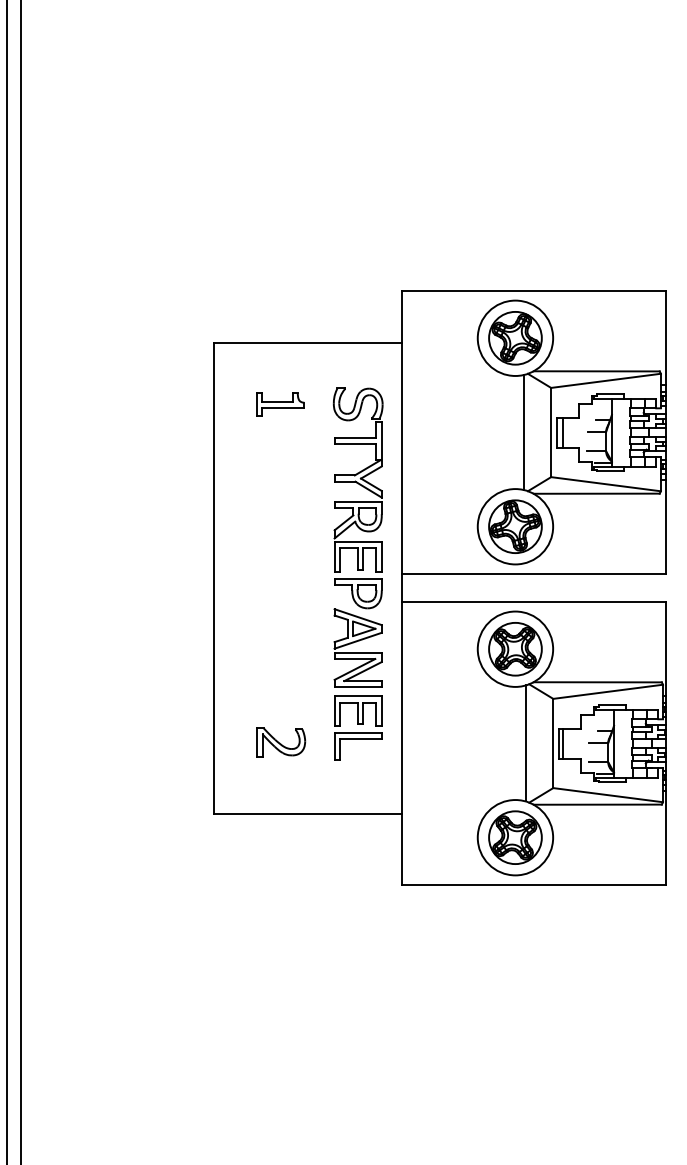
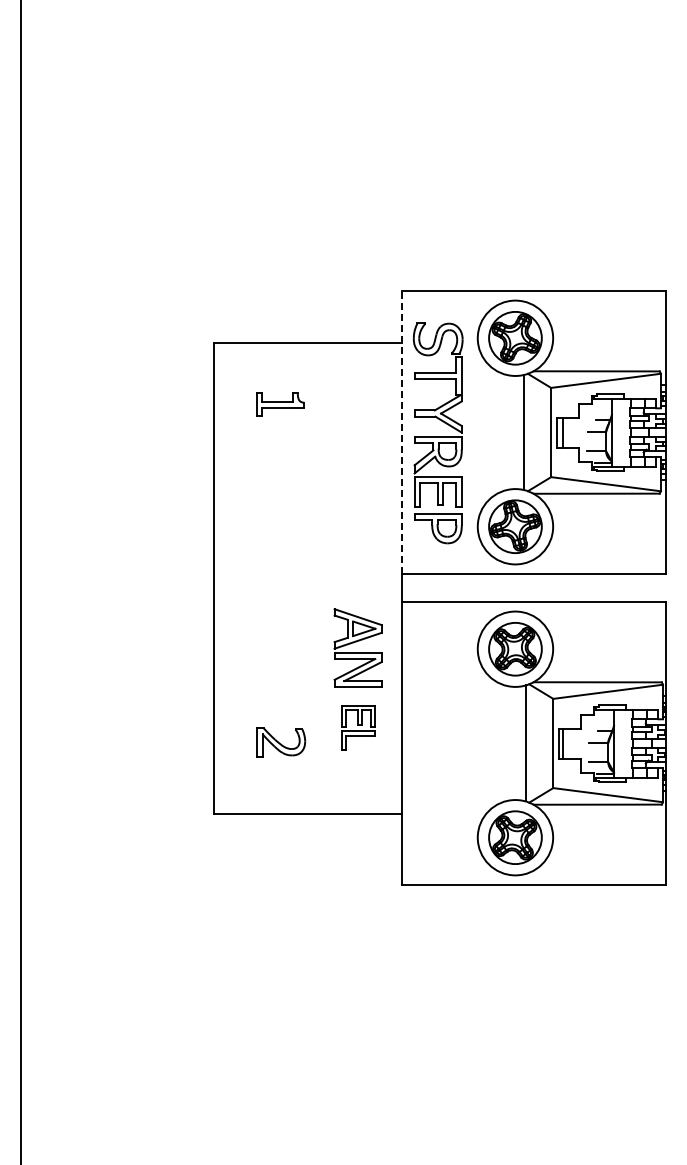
line at (402, 432): solid -> dashed
part at (357, 498) position: (357, 498) -> (437, 433)
line at (6, 581): present -> none
part at (358, 727) size: 49x66 px -> 35x46 px
